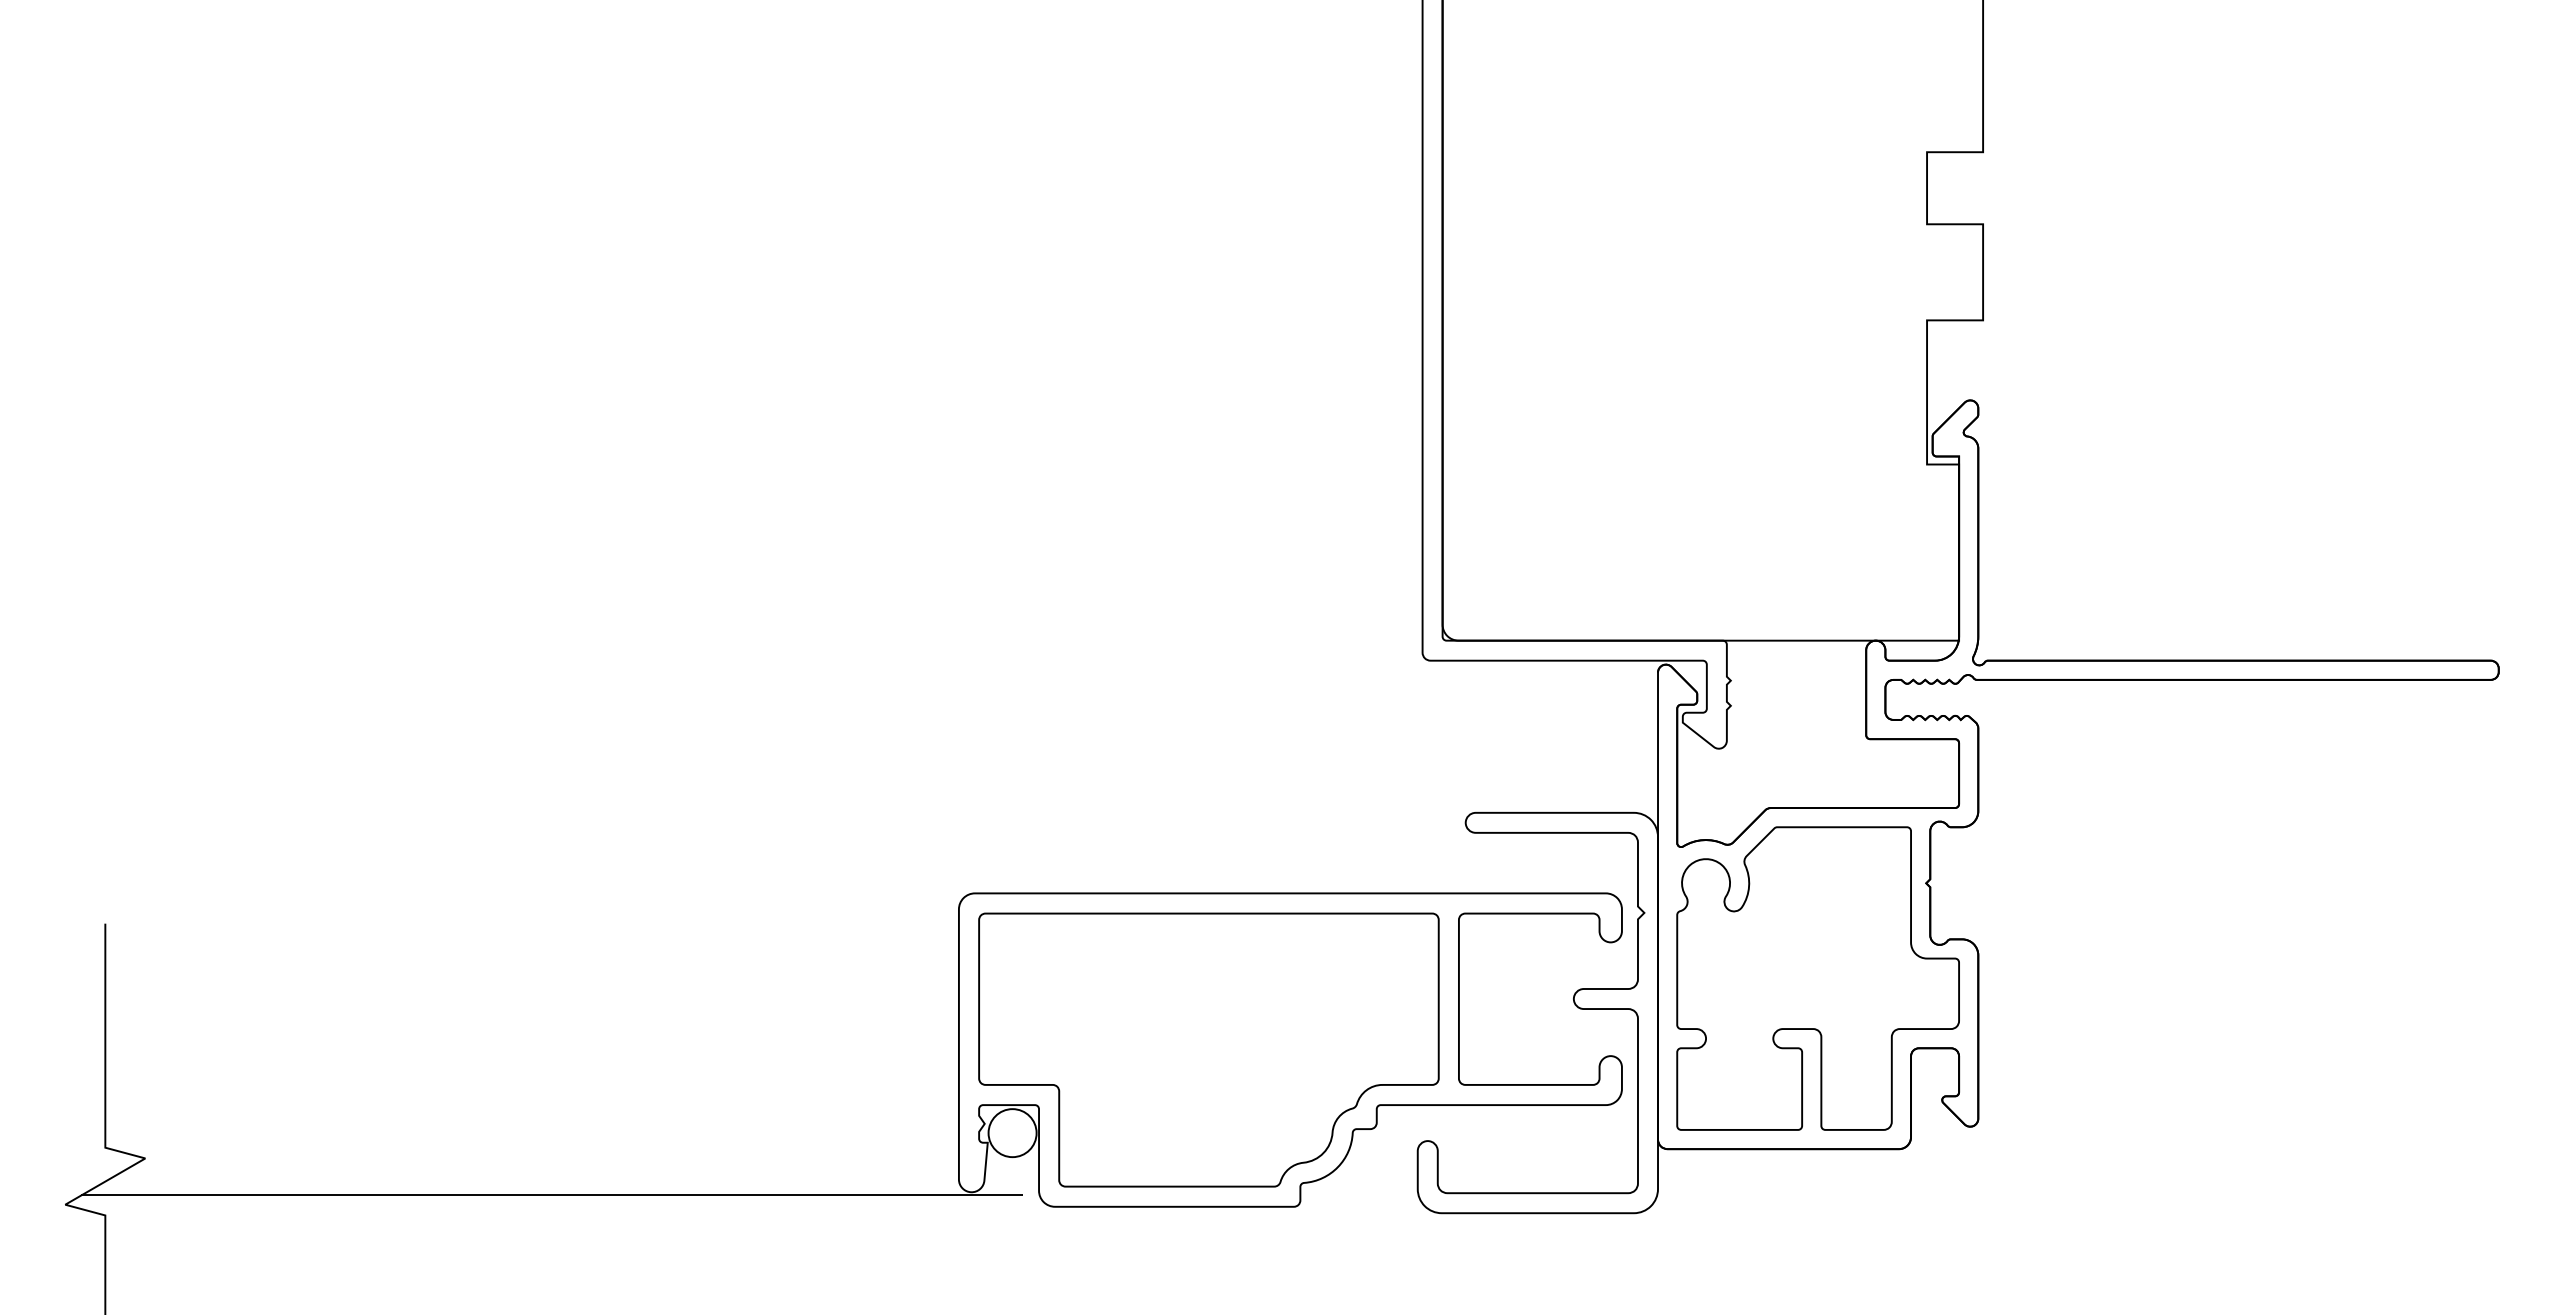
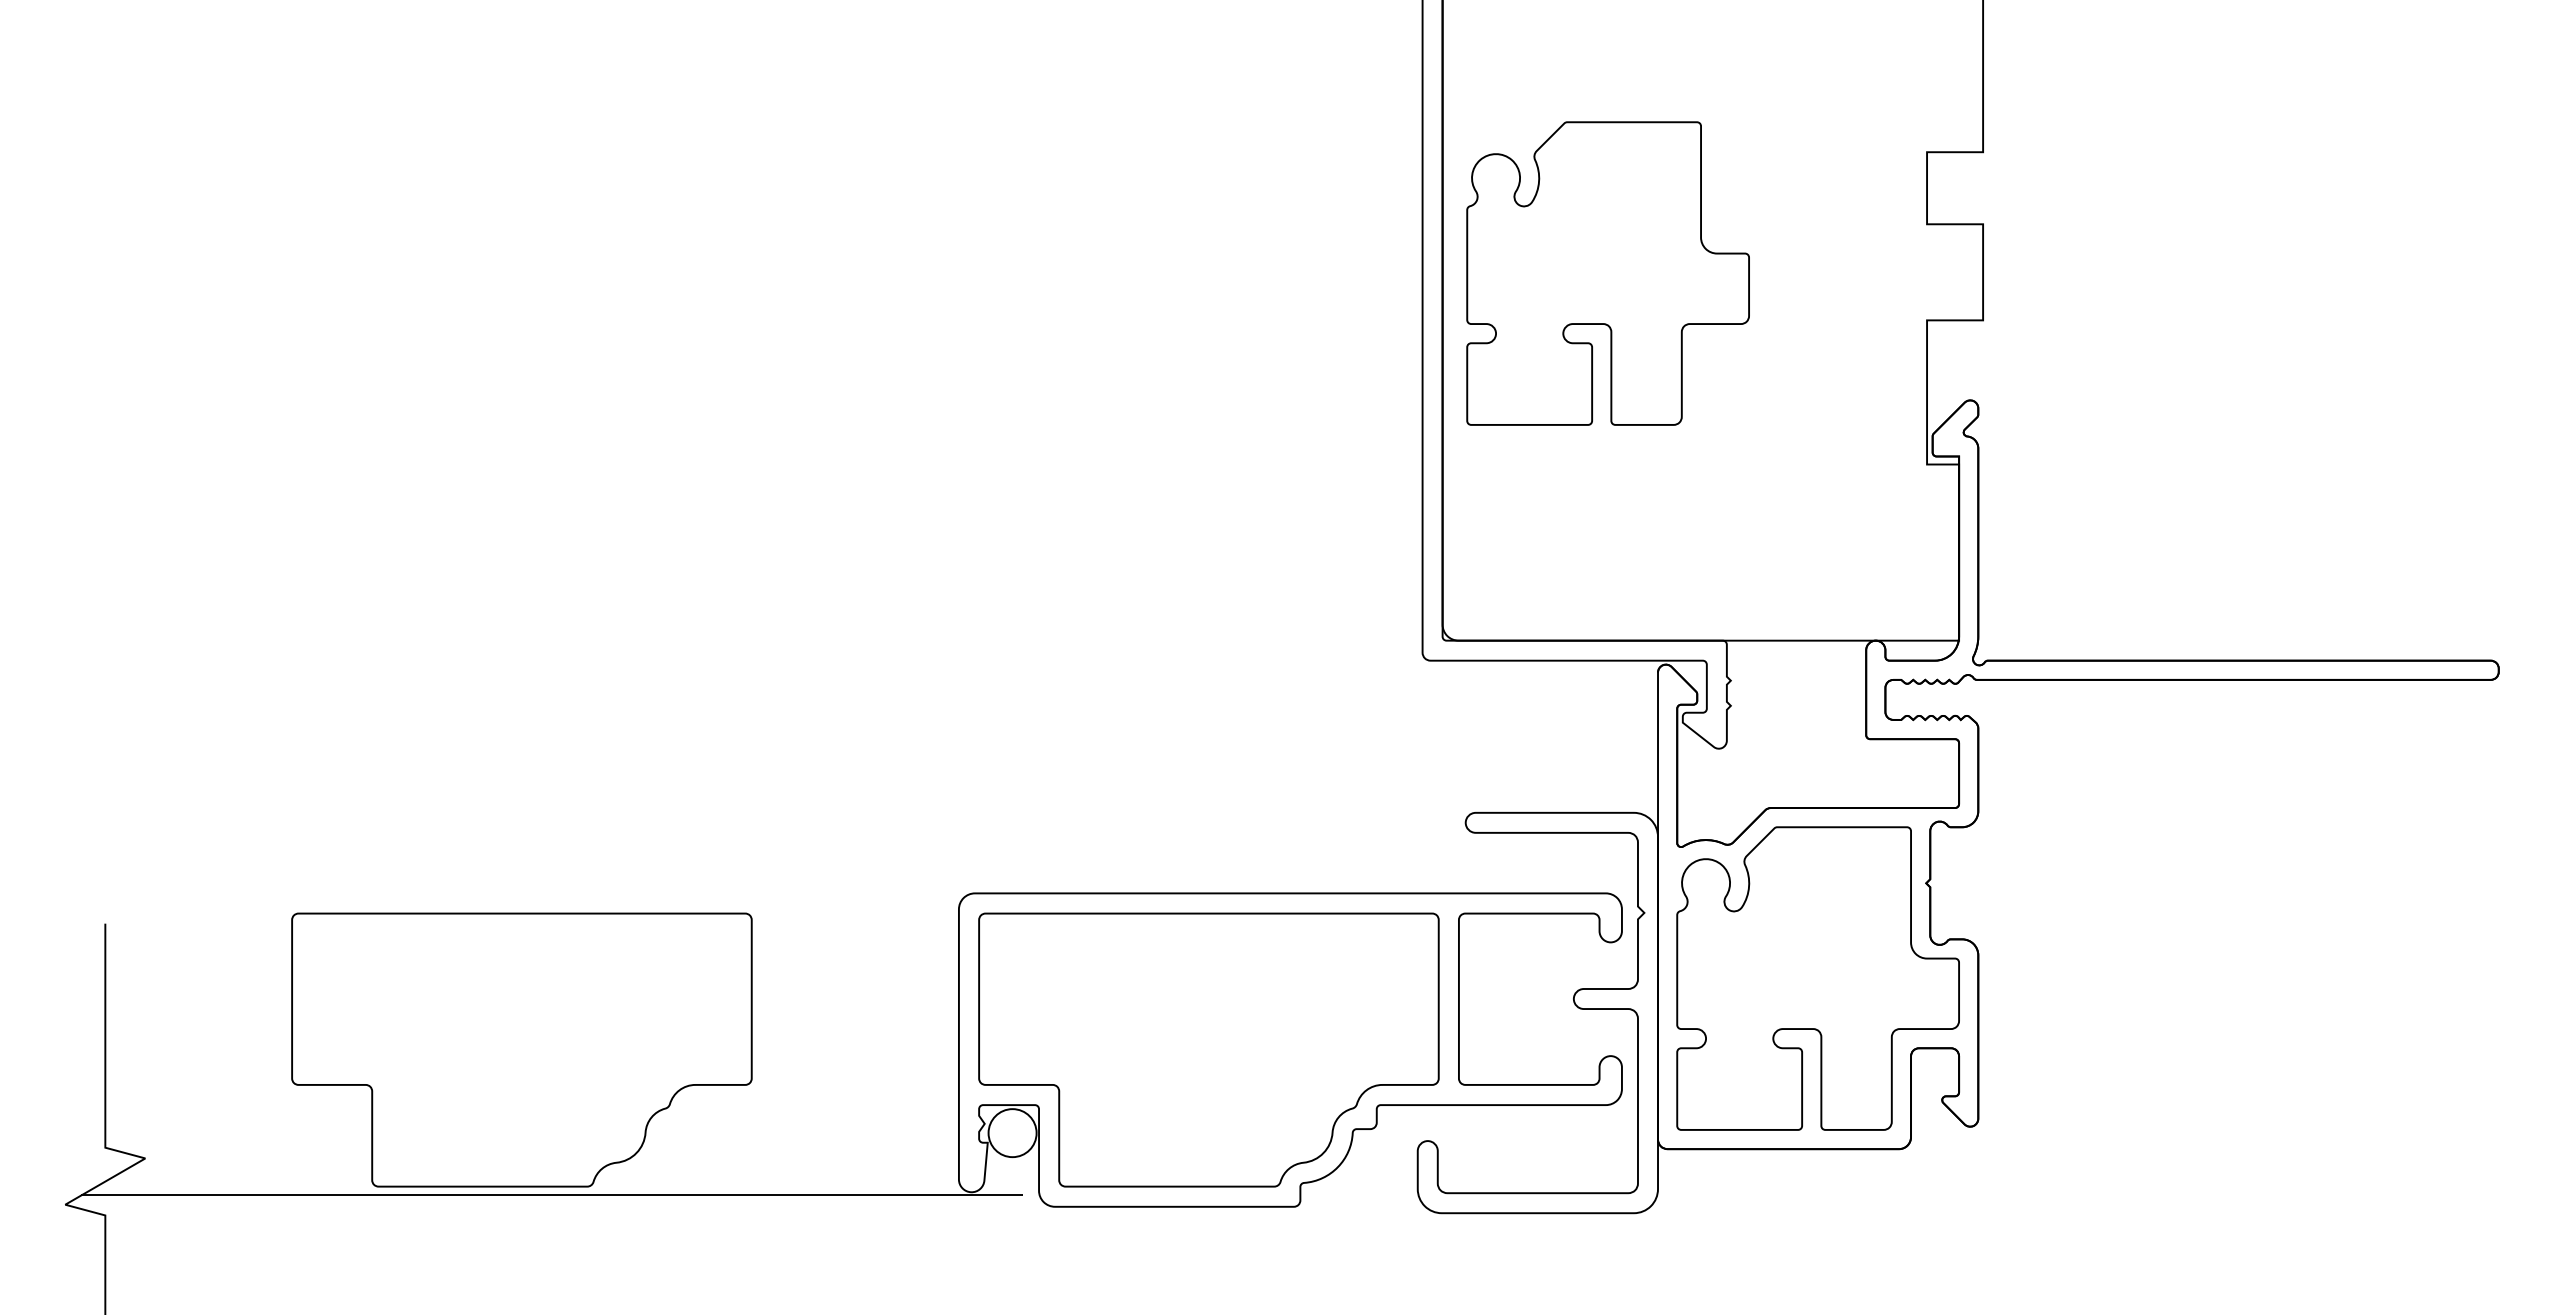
part at (1607, 273): none -> present
part at (521, 1049): none -> present
